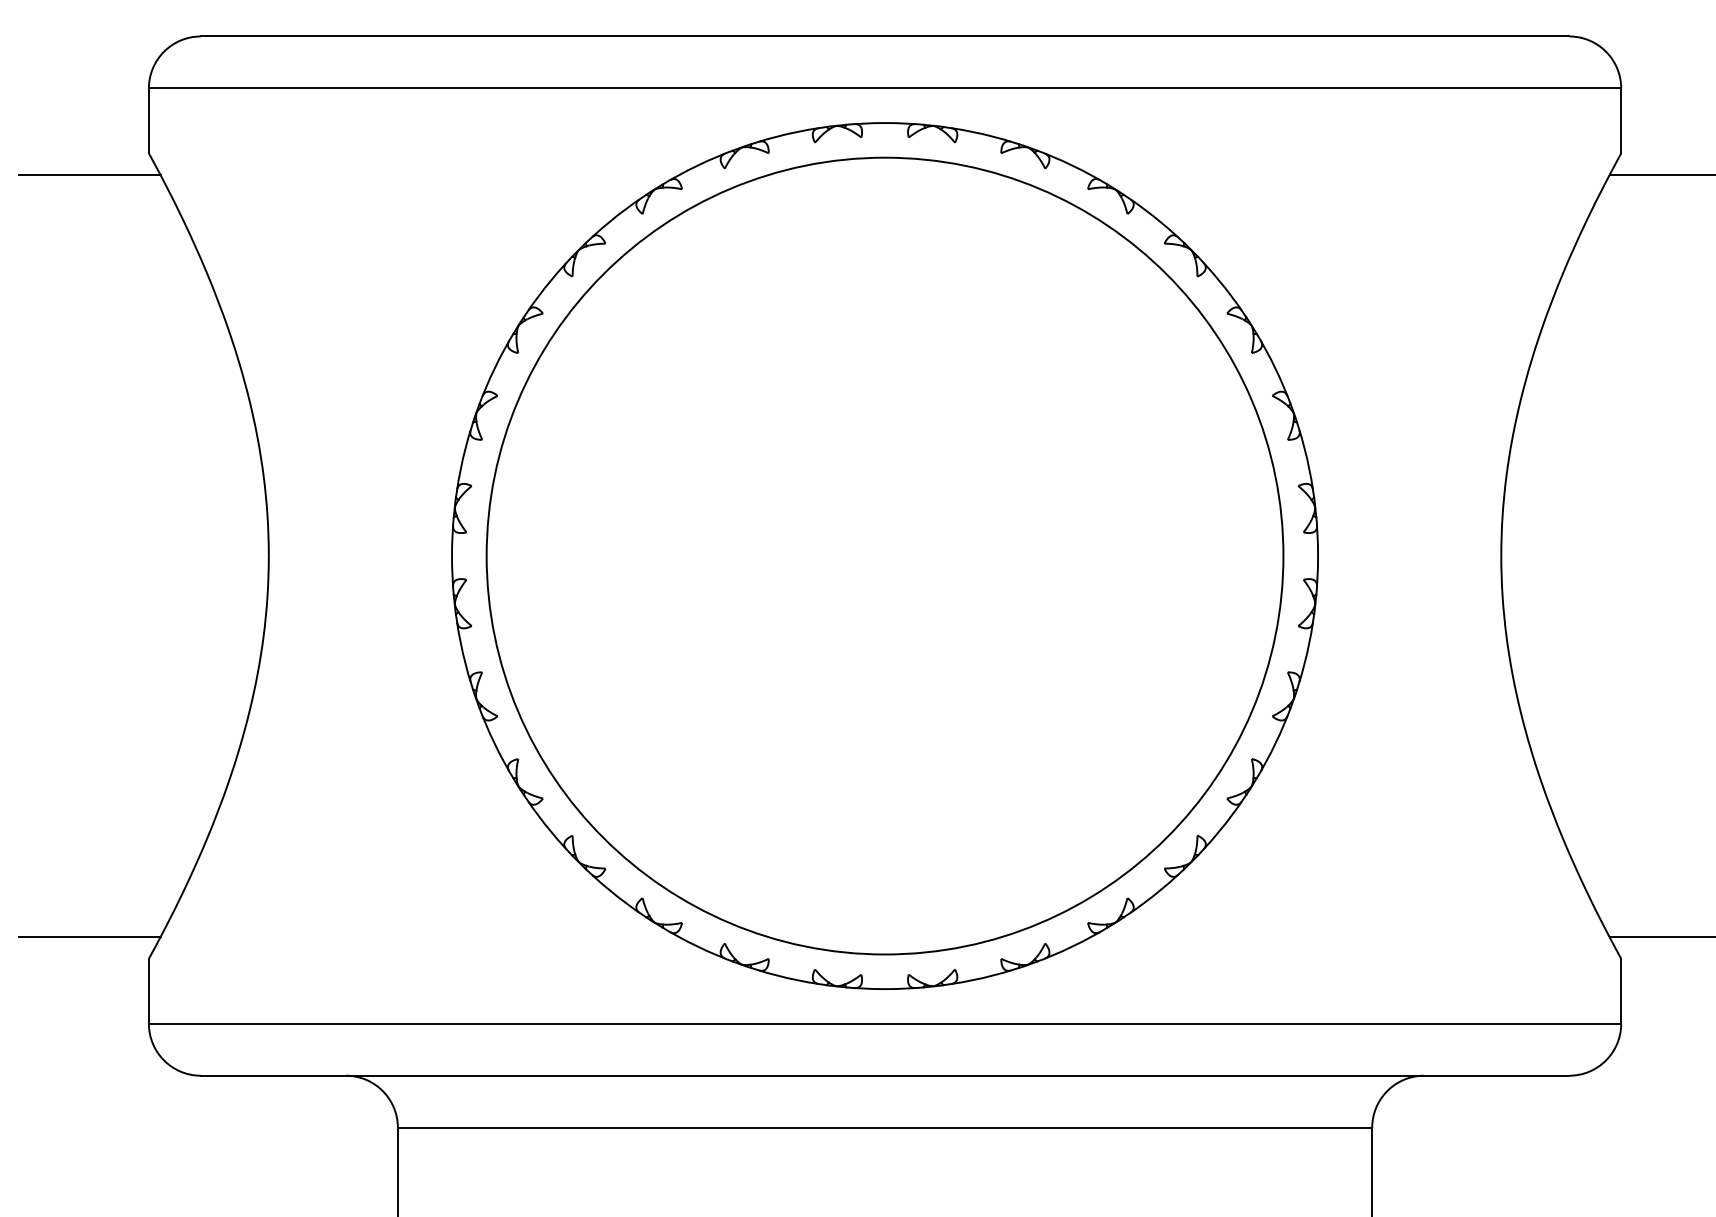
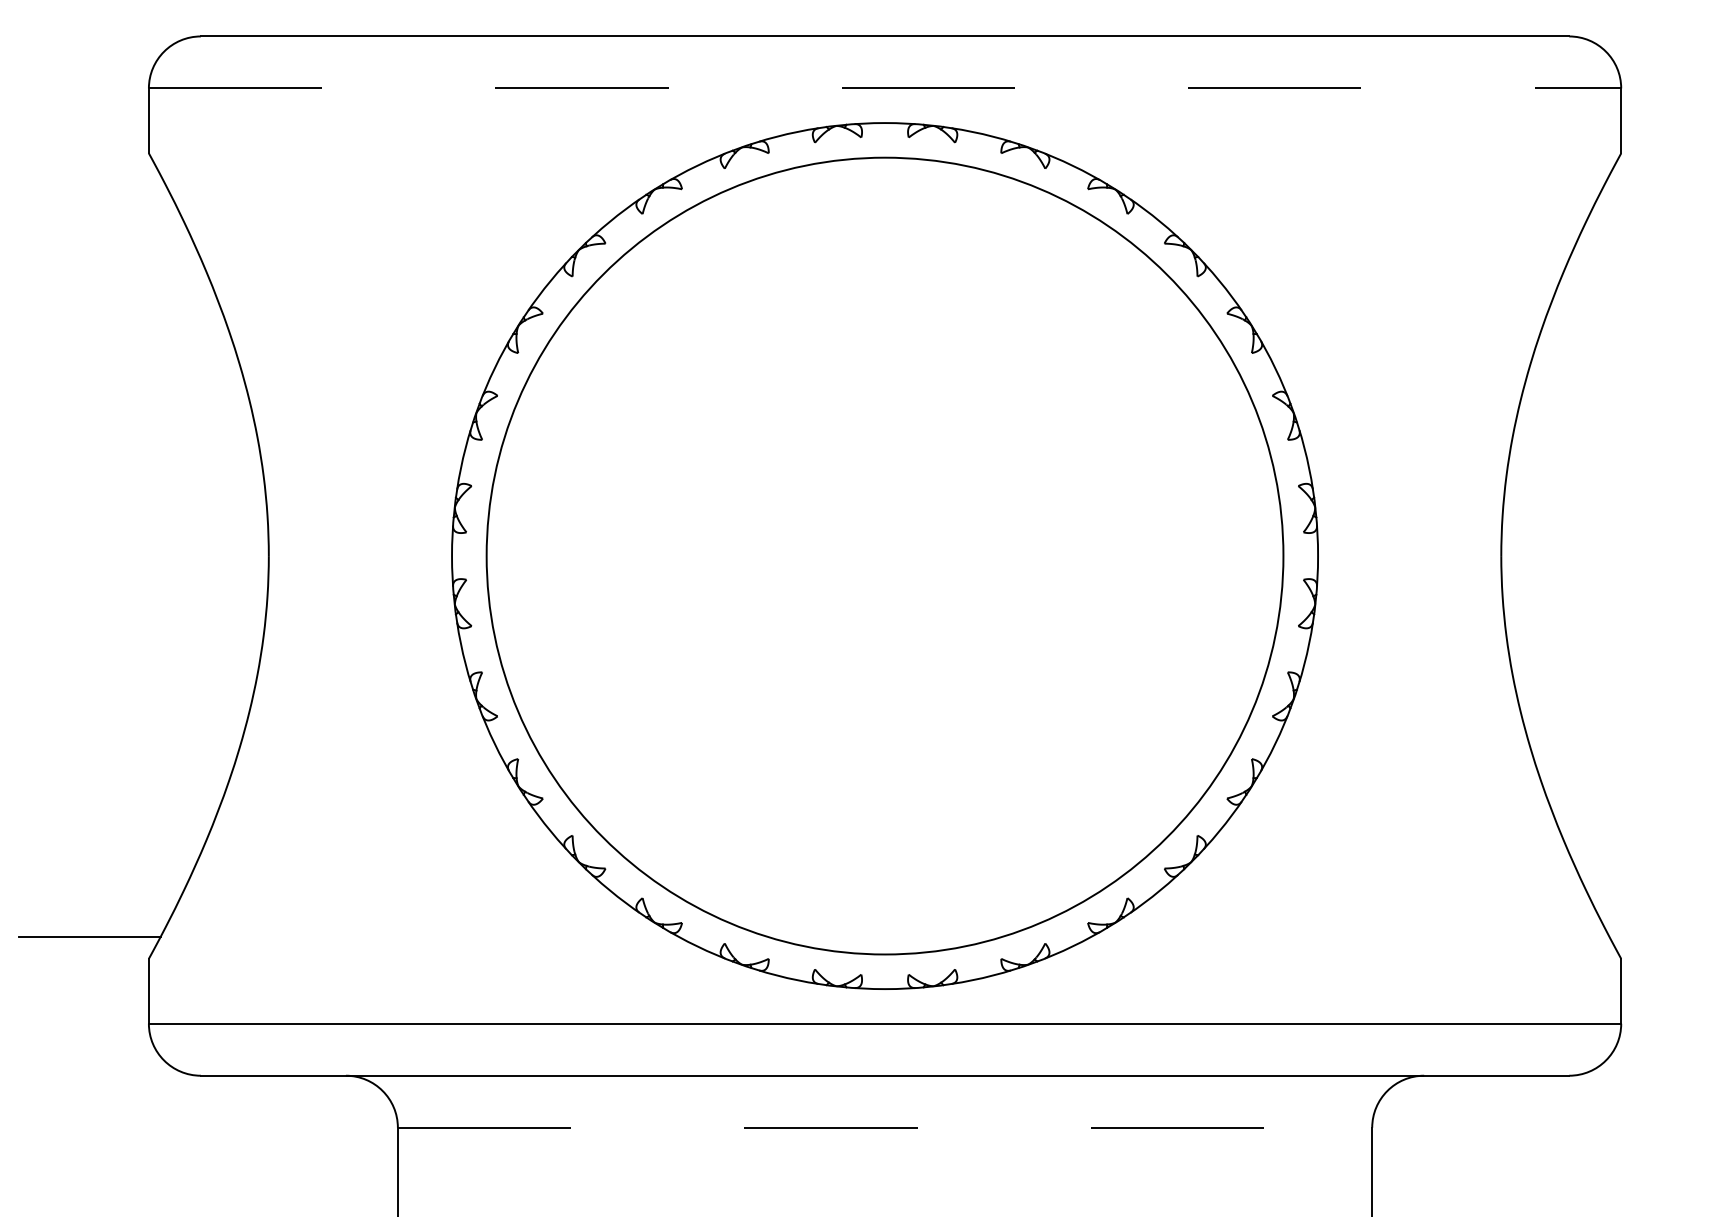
line at (885, 88): solid -> dashed
line at (89, 175): present -> none
line at (1660, 175): present -> none
line at (1660, 937): present -> none
line at (885, 1127): solid -> dashed
